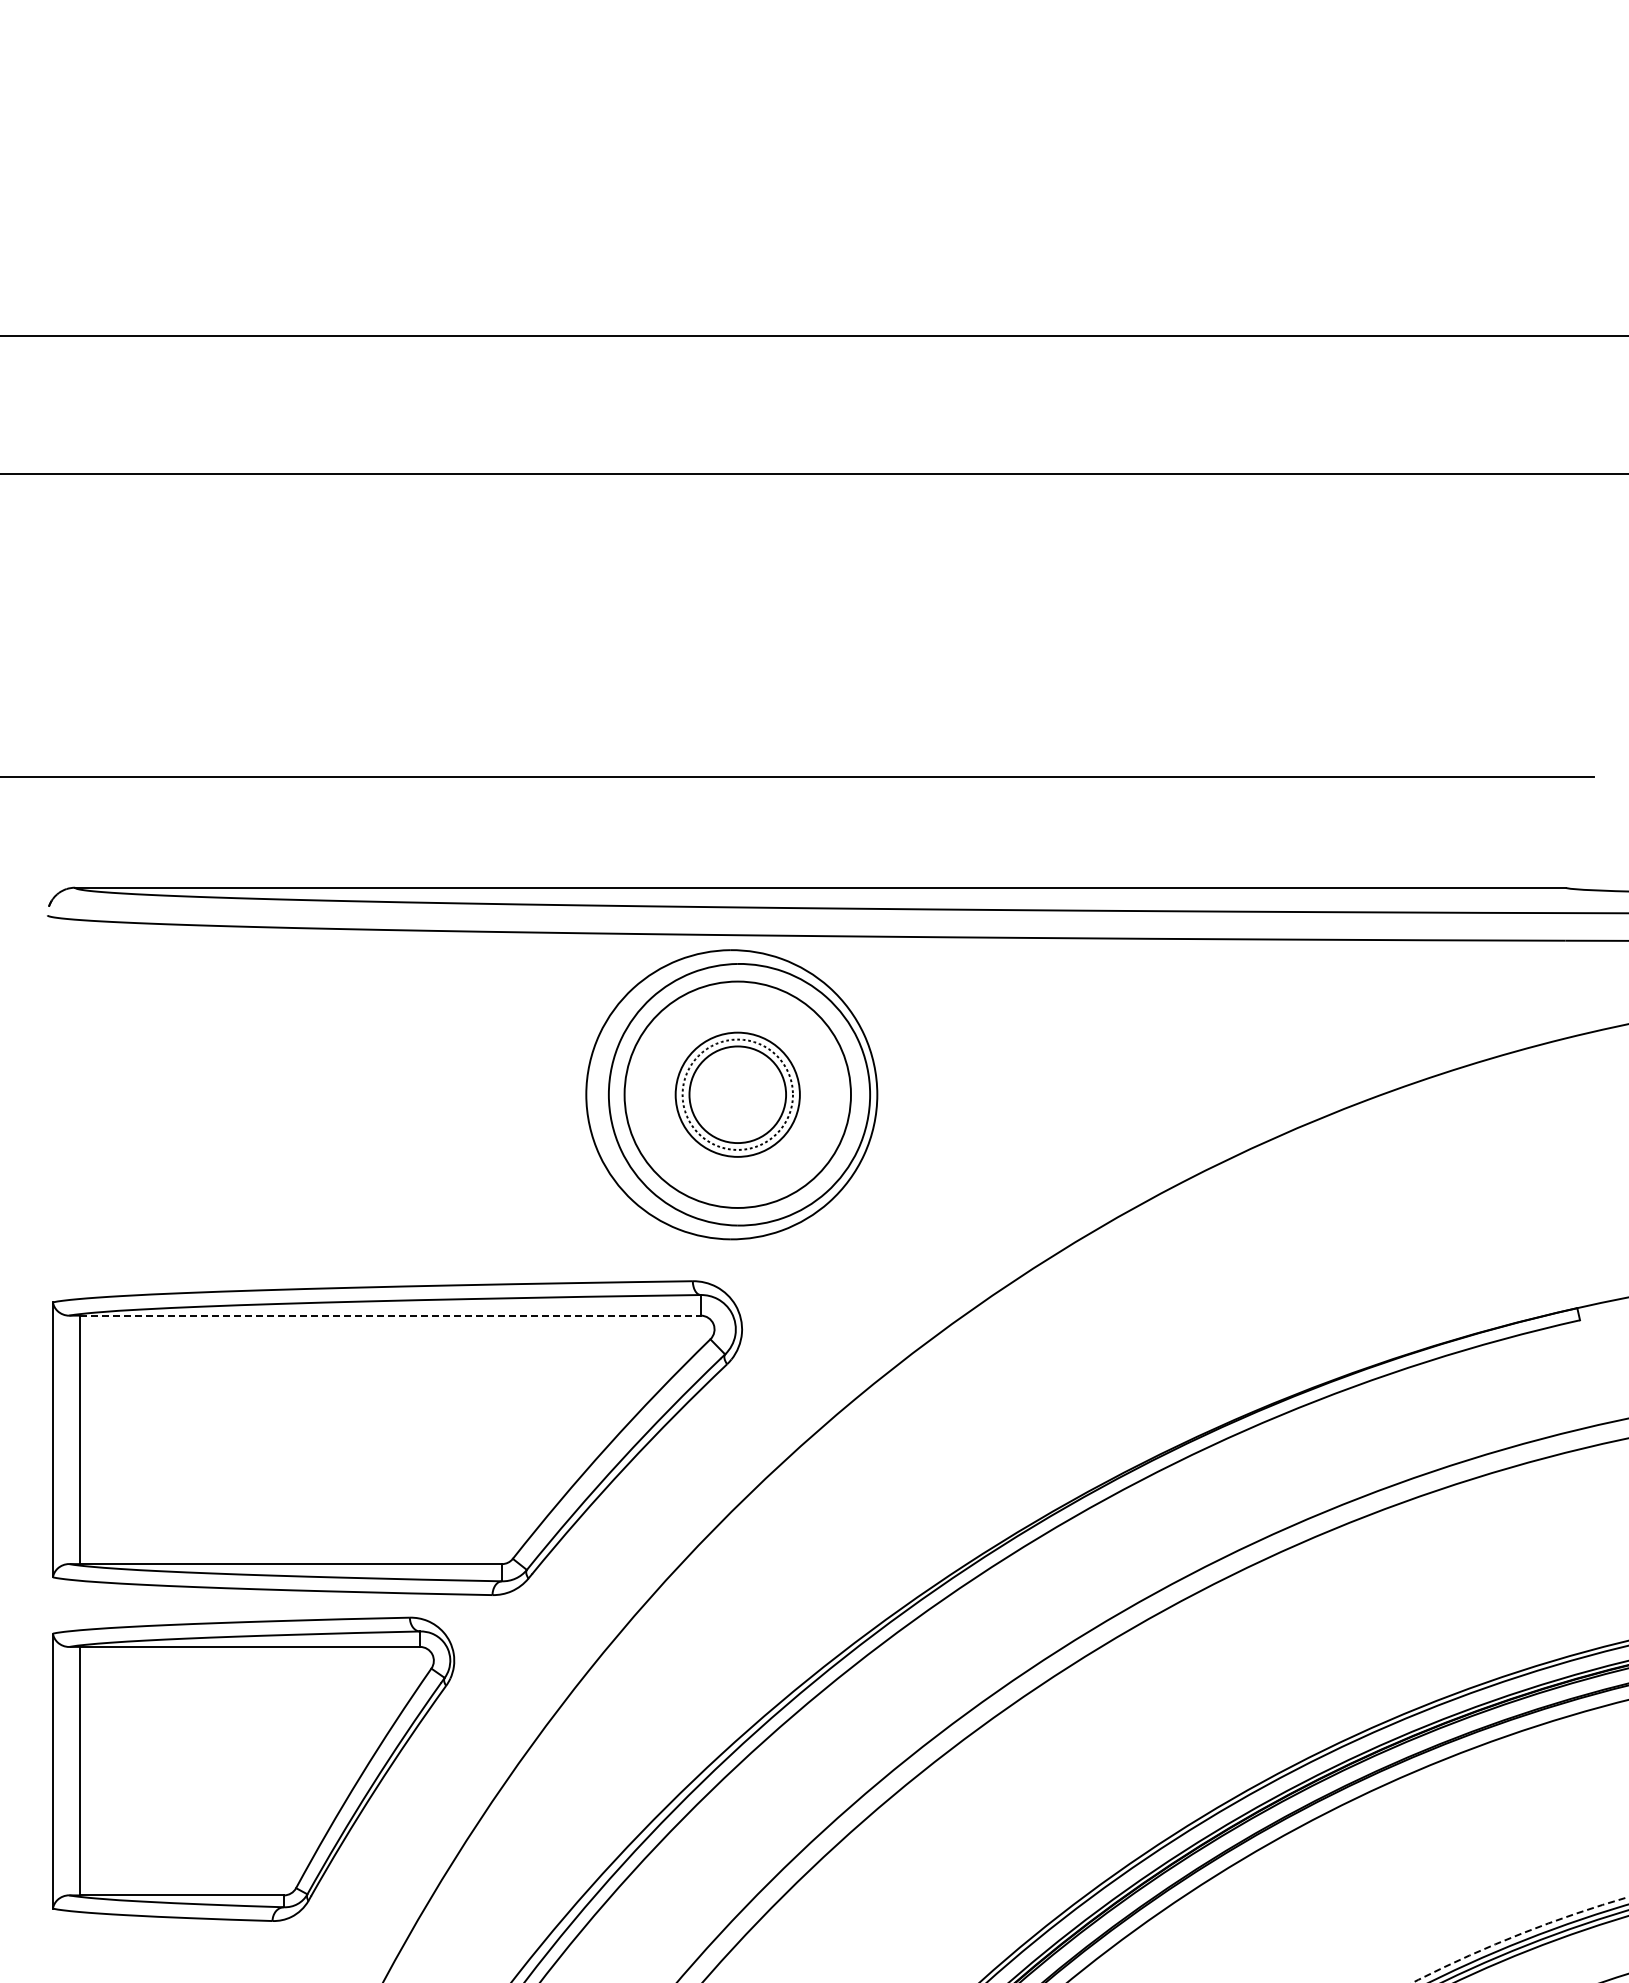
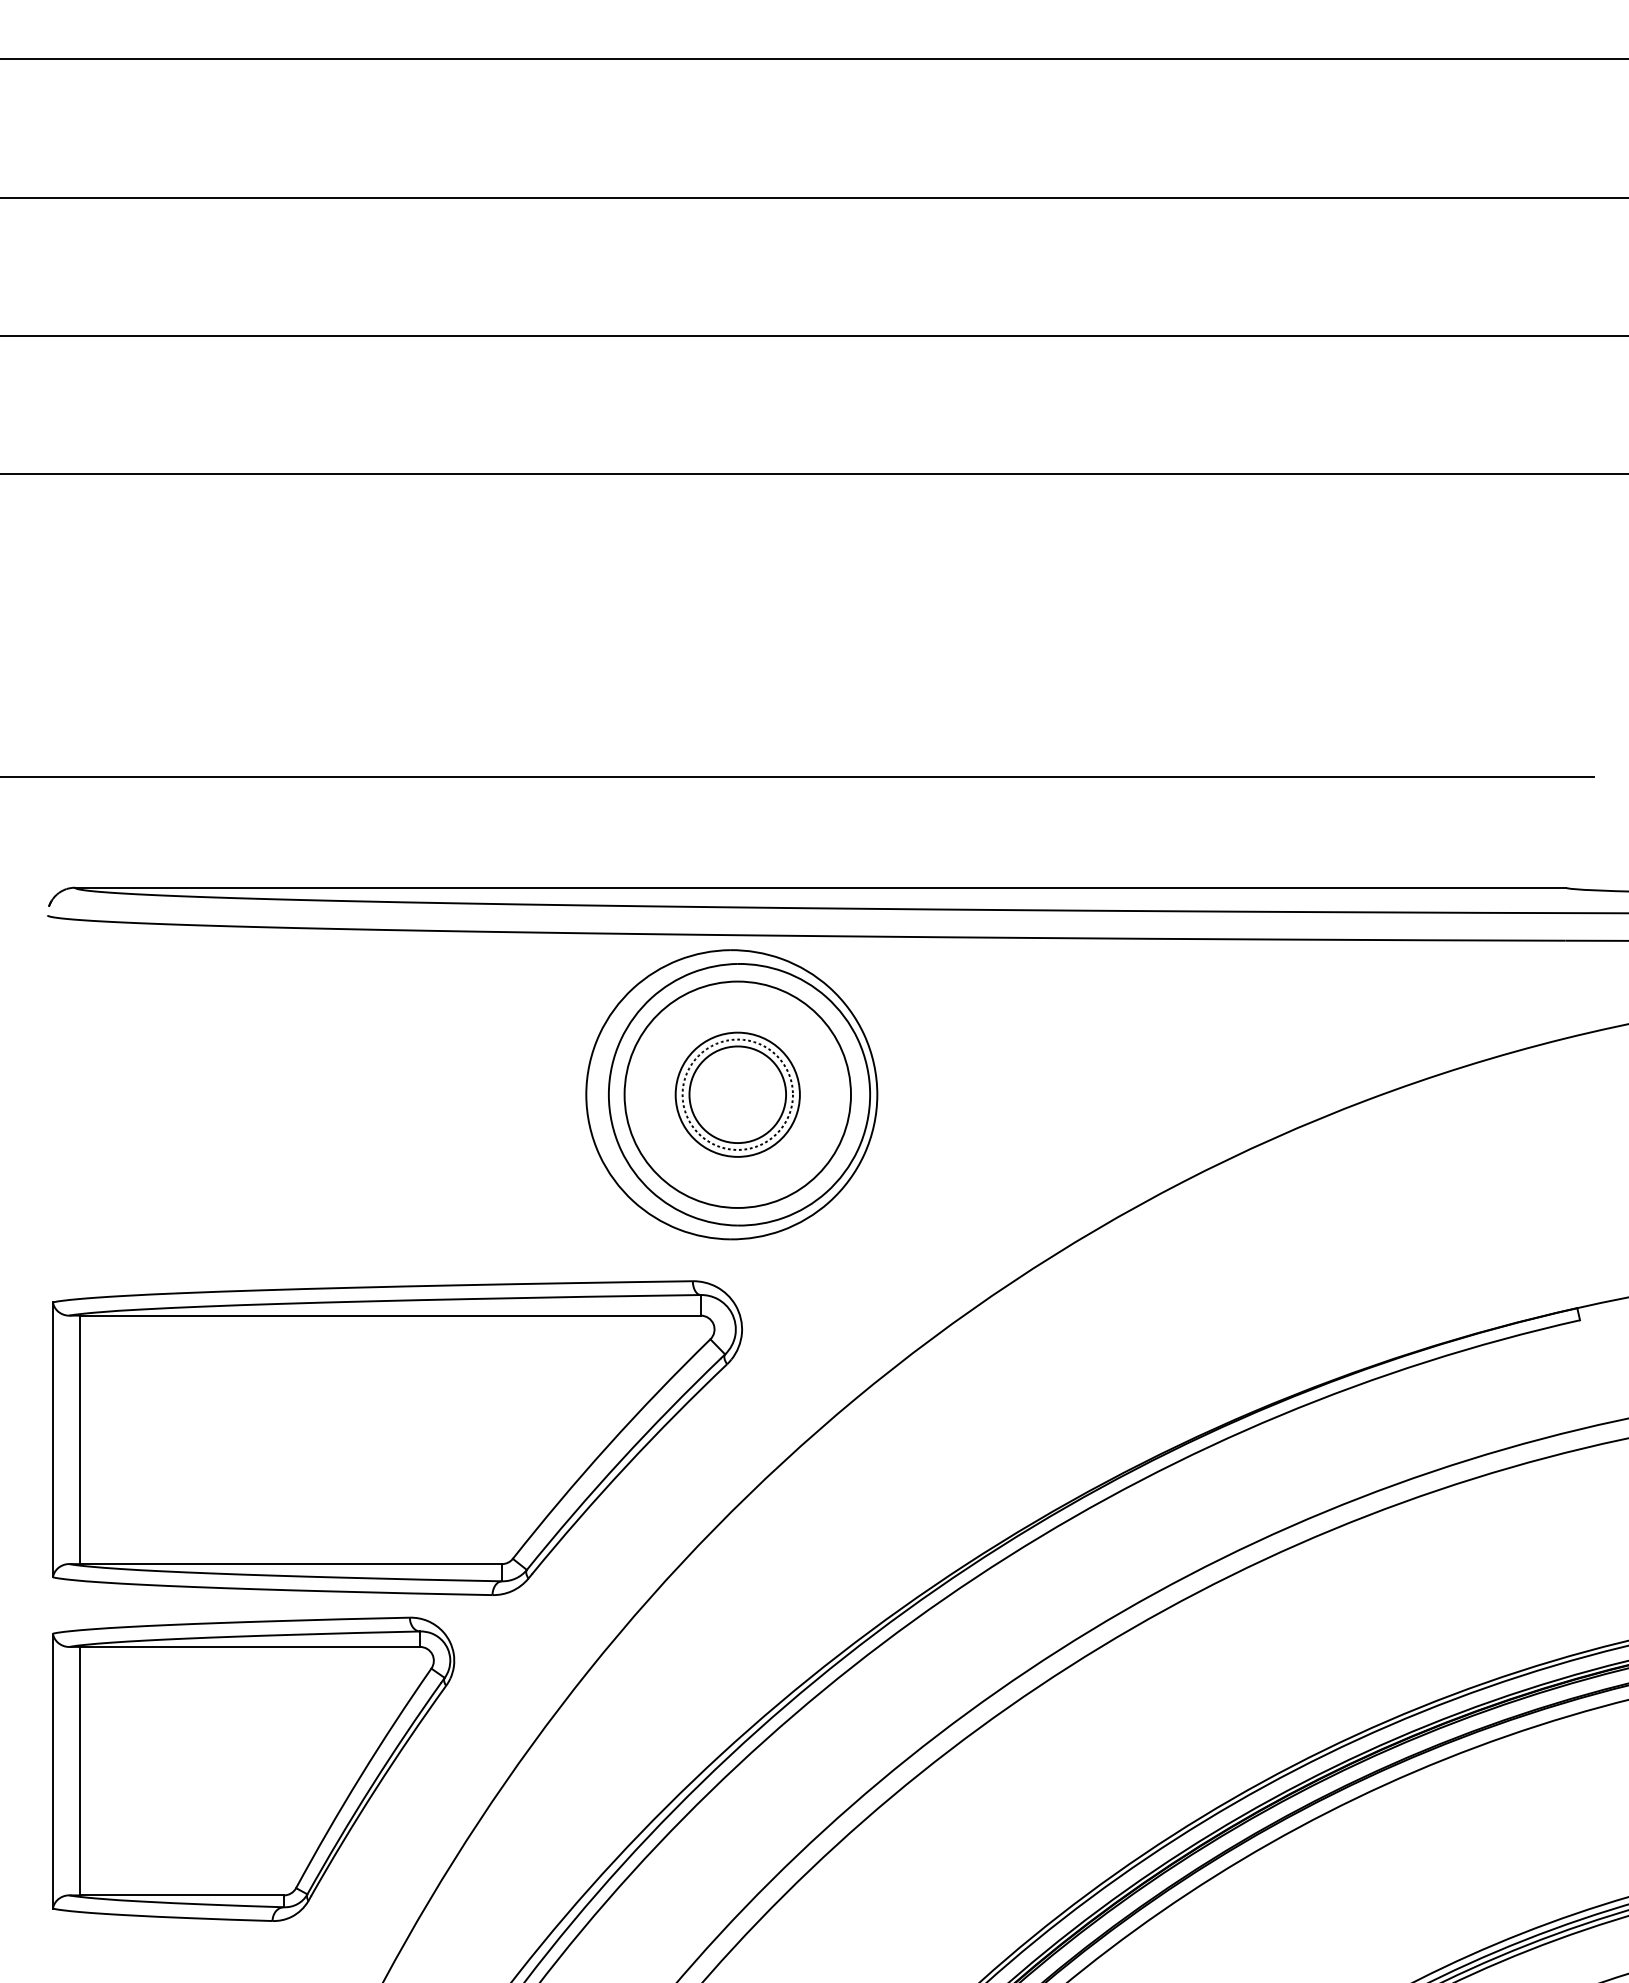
line at (813, 59): none -> present
line at (813, 197): none -> present
line at (391, 1315): dashed -> solid
arc at (1518, 1935): dashed -> solid
